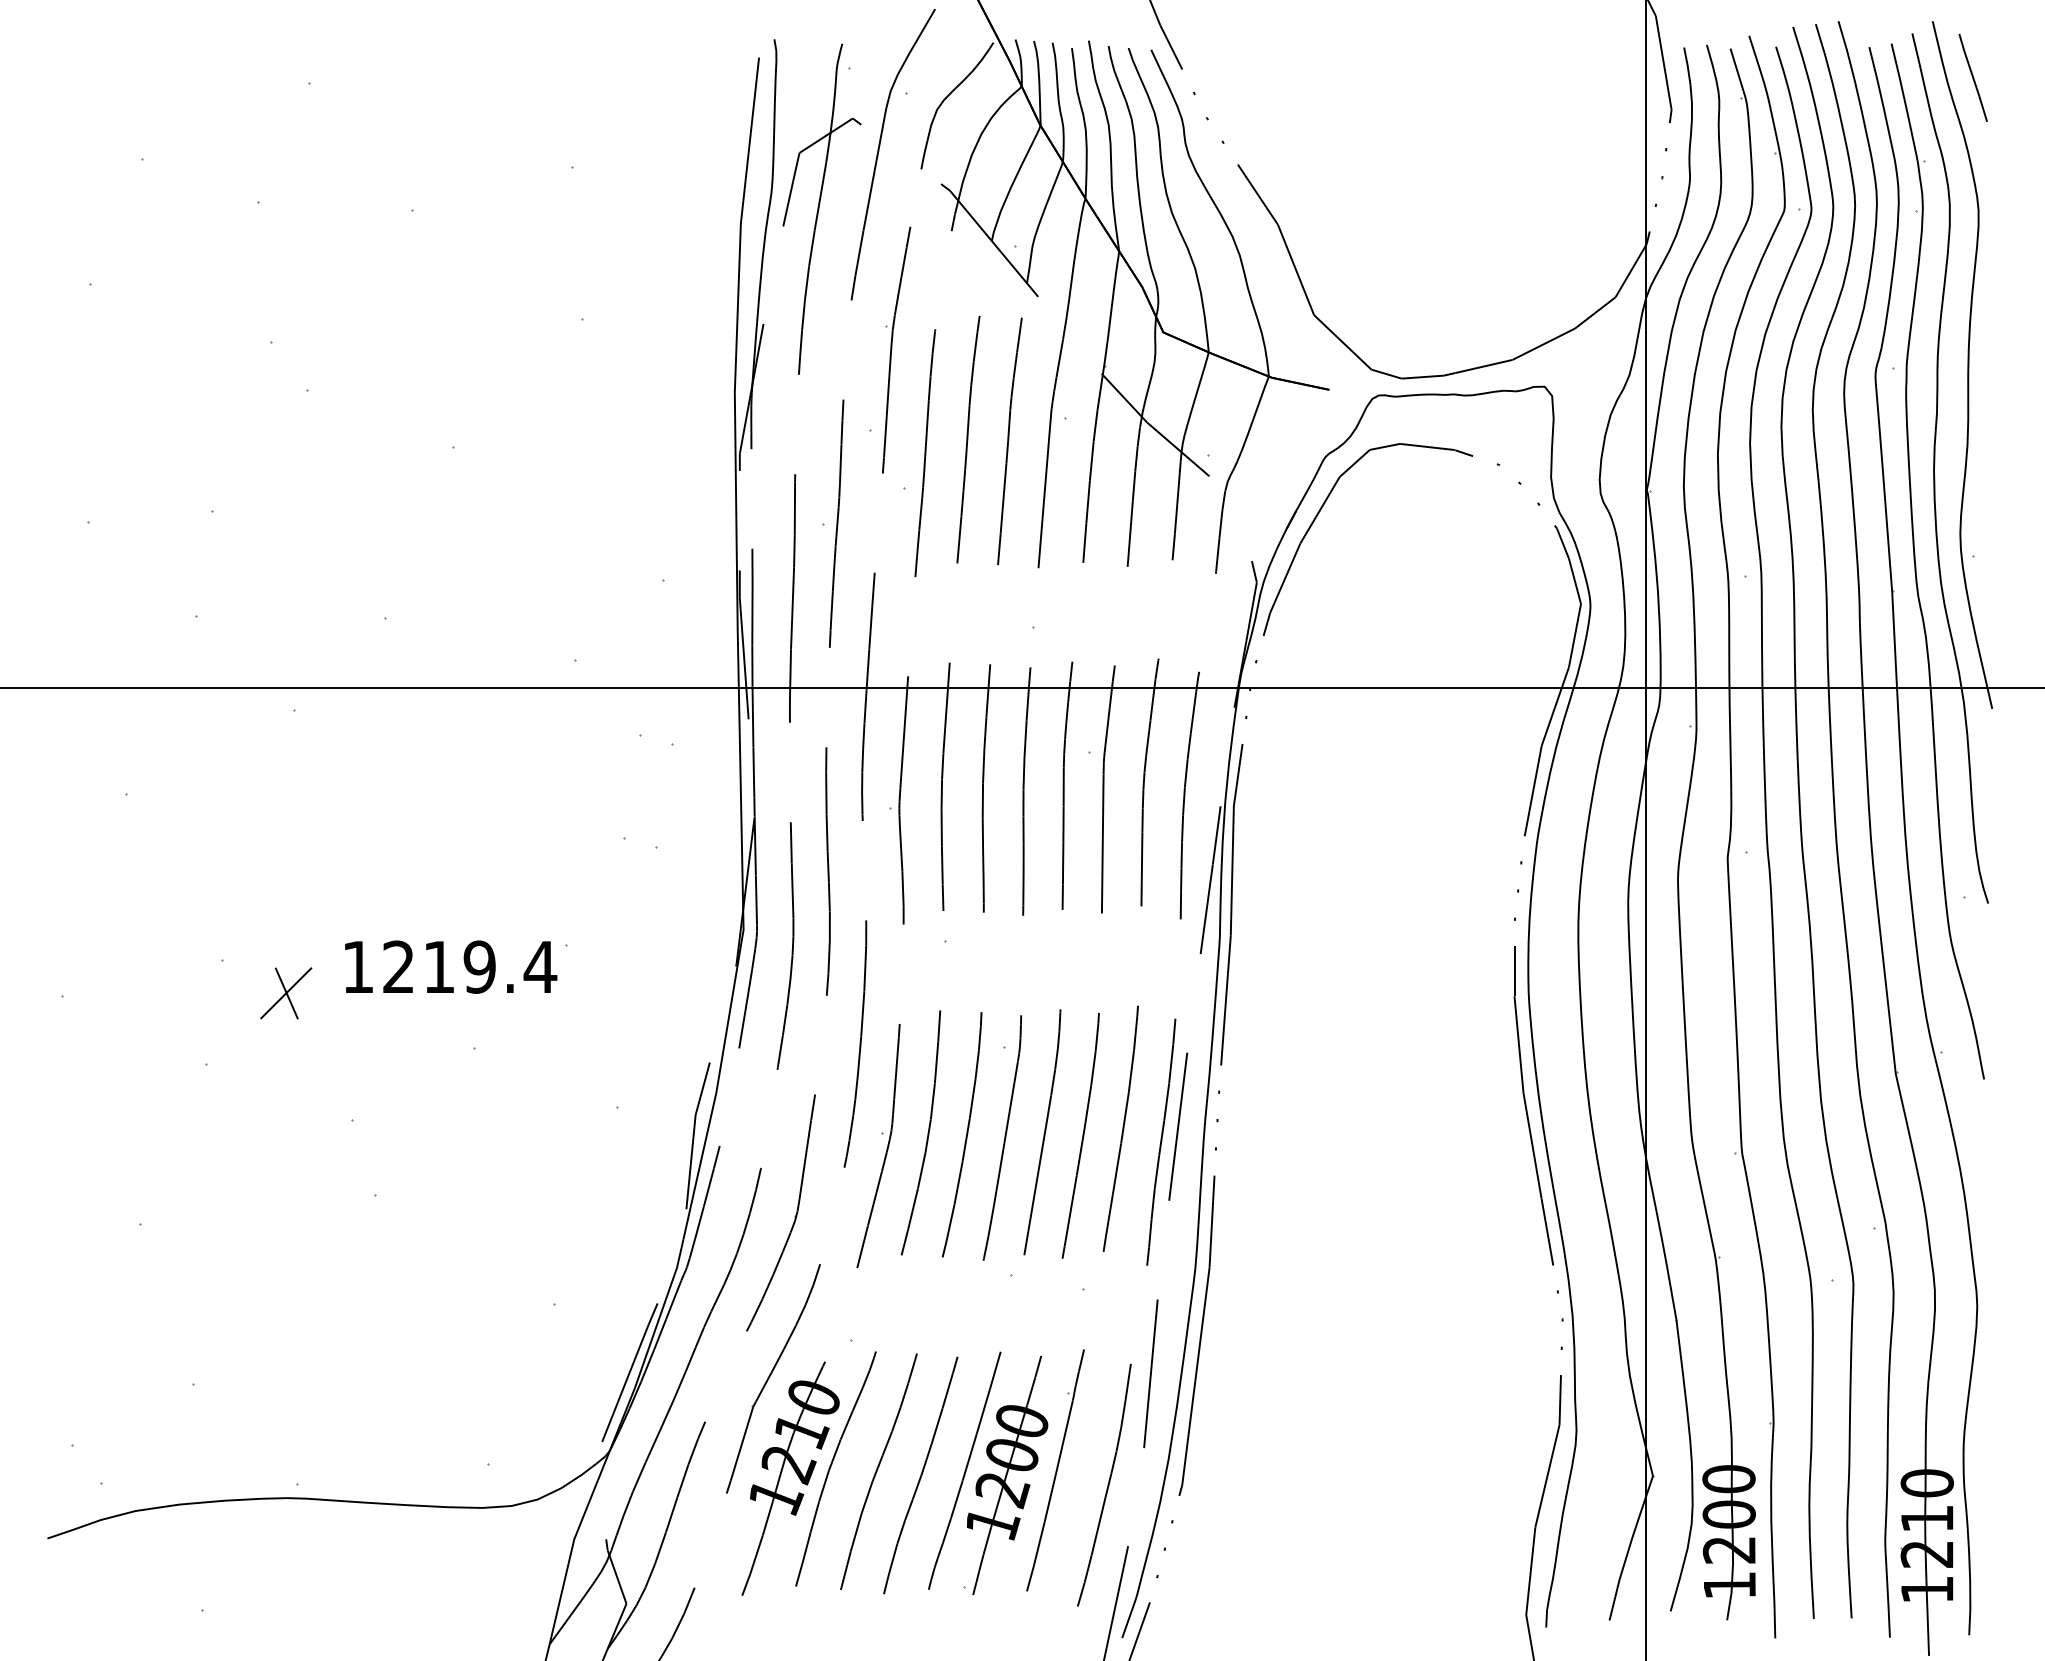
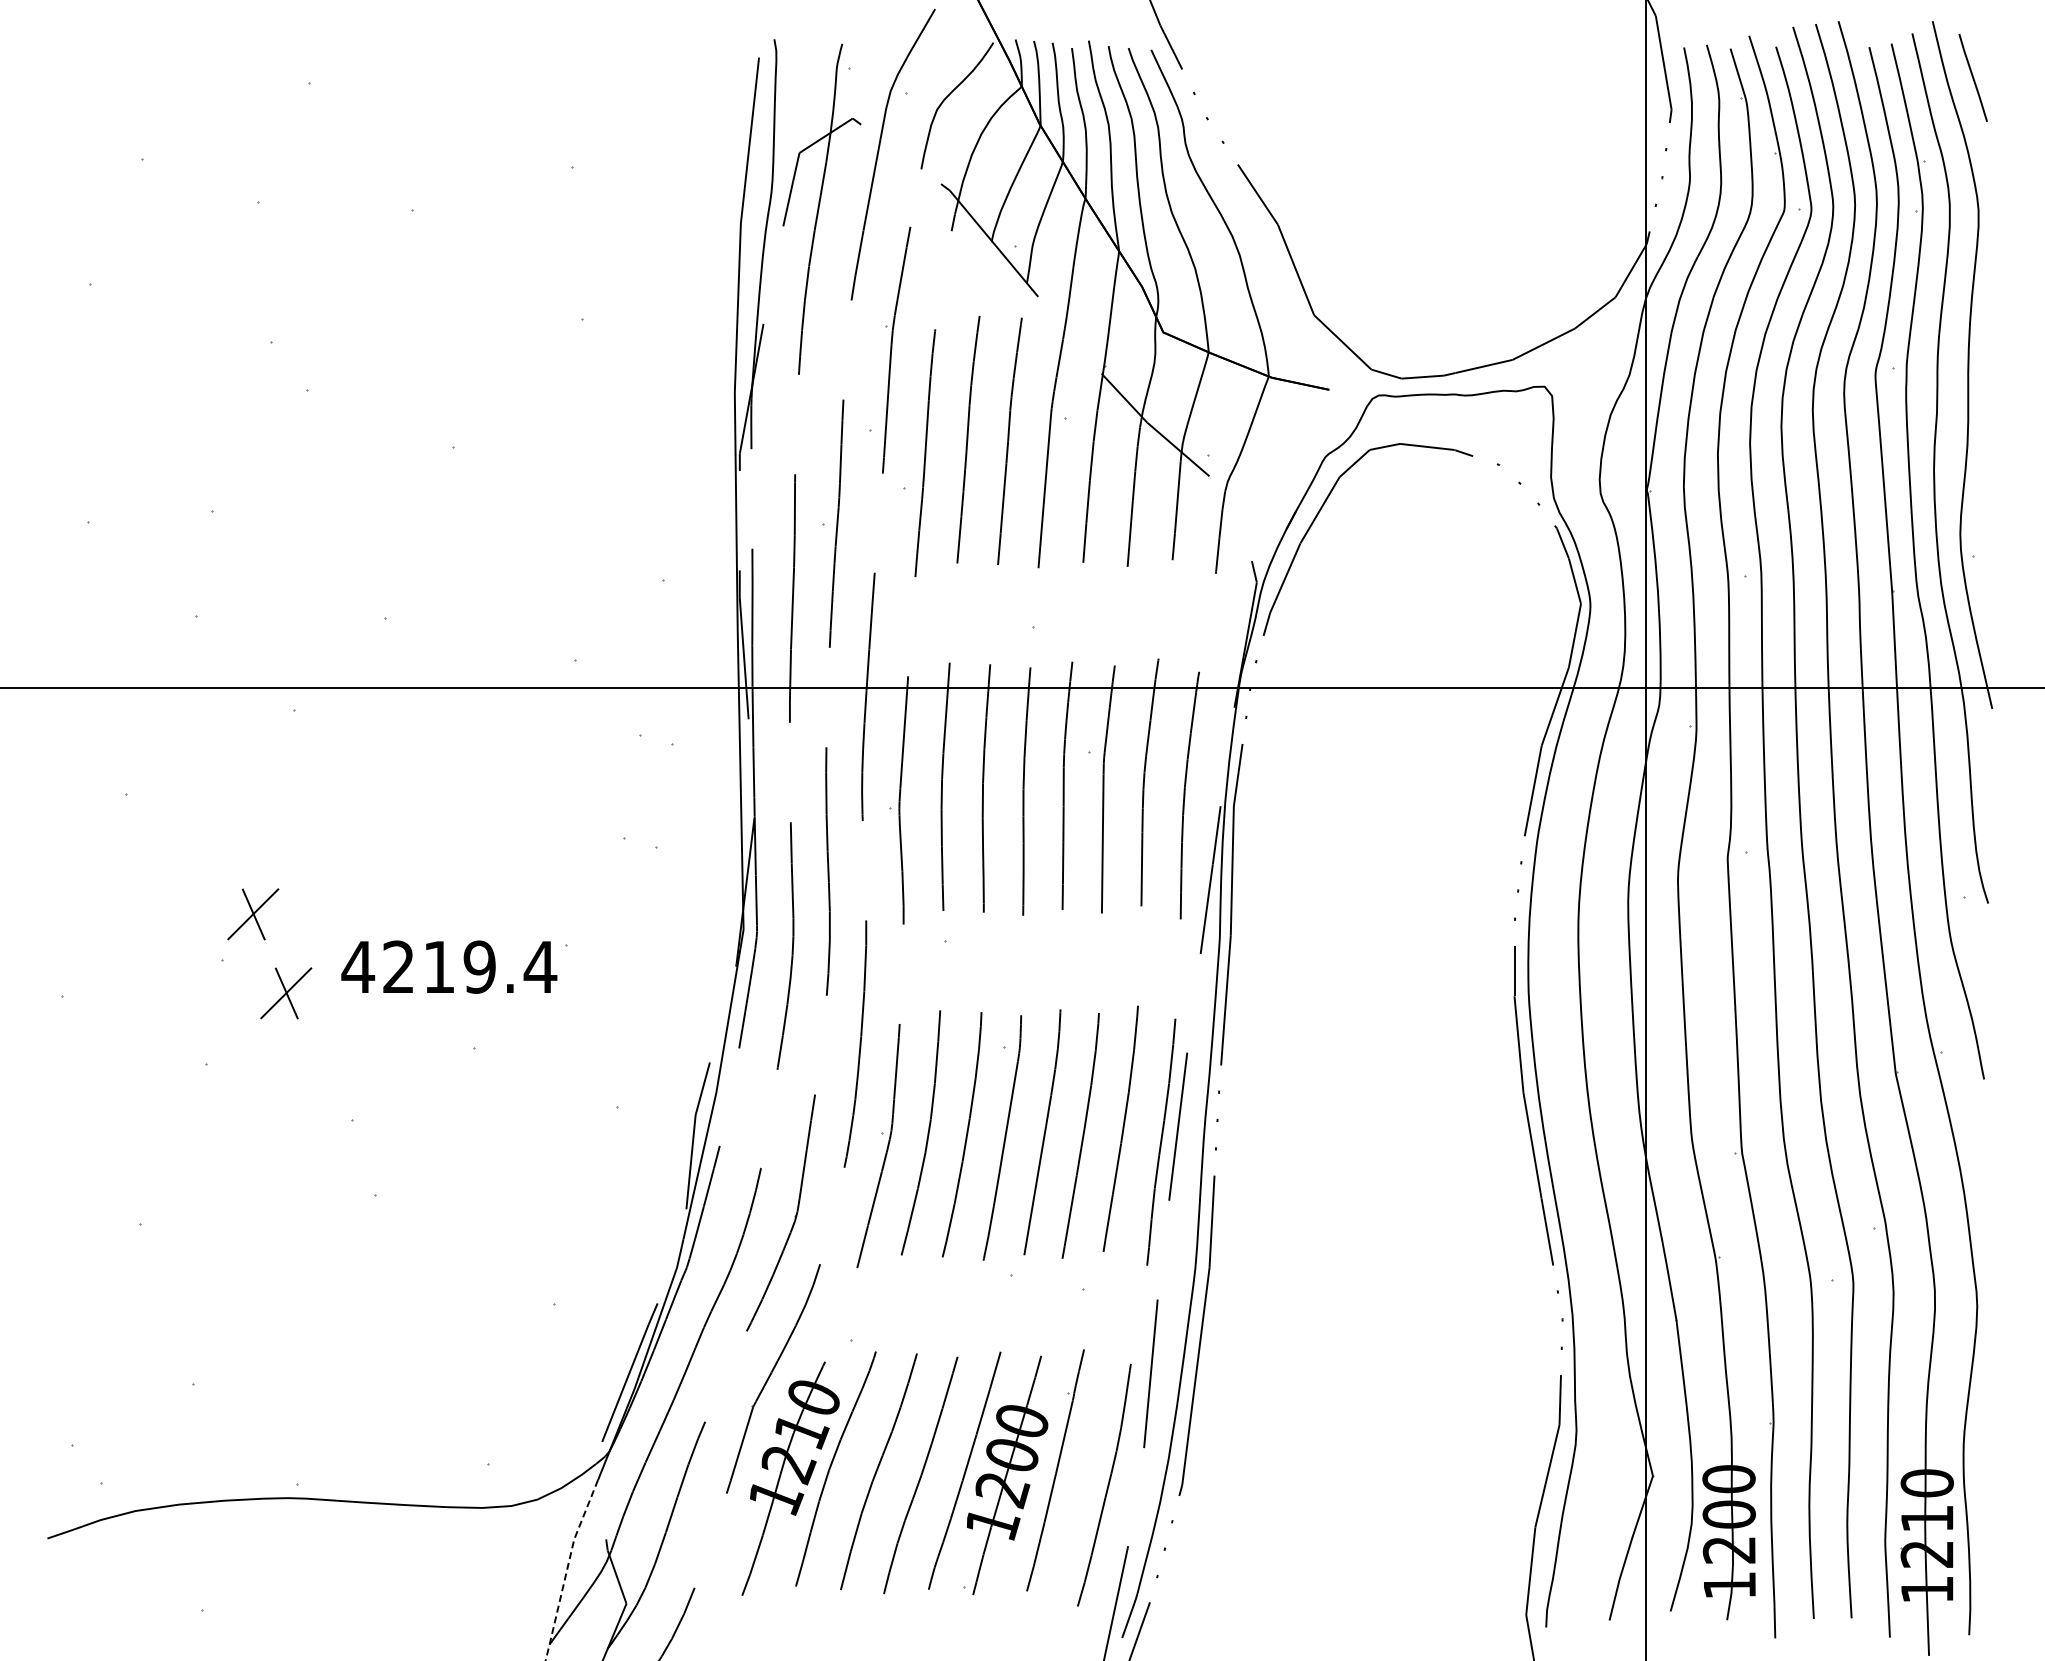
part at (253, 914): none -> present
text at (358, 966): 1219.4 -> 4219.4
line at (567, 1569): solid -> dashed
